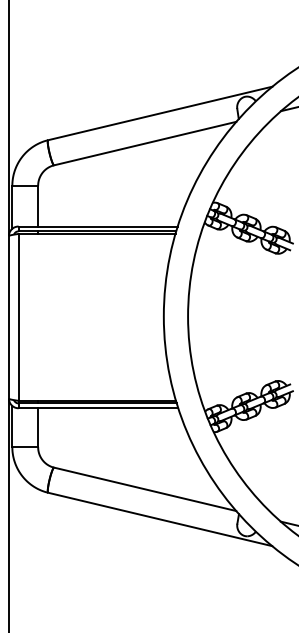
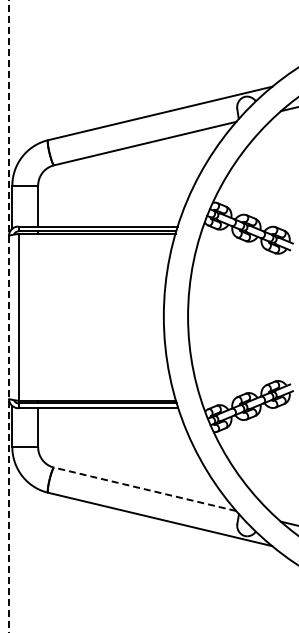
line at (8, 316): solid -> dashed
line at (145, 489): solid -> dashed
